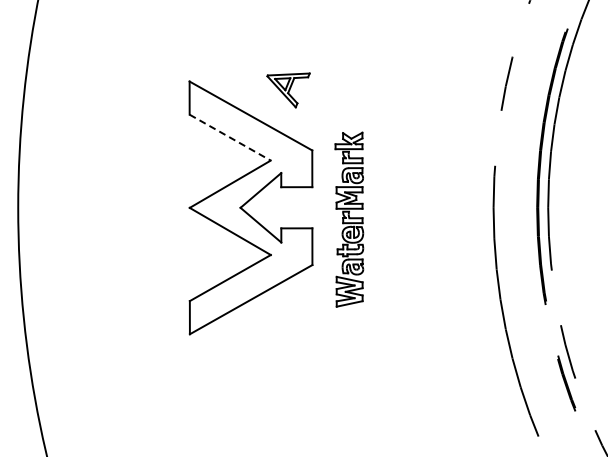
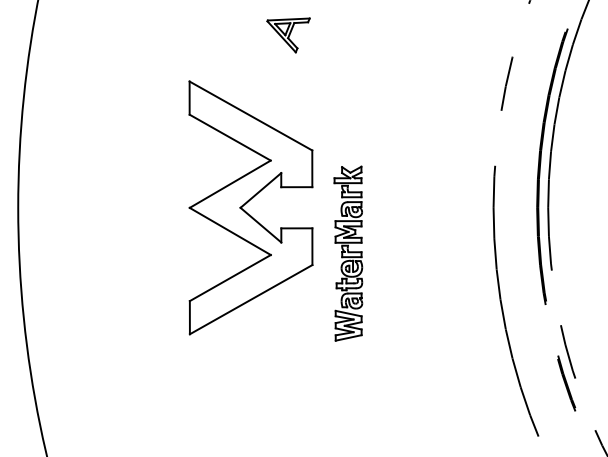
part at (288, 90) position: (288, 90) -> (288, 35)
line at (230, 137): dashed -> solid
part at (349, 219) position: (349, 219) -> (348, 253)
